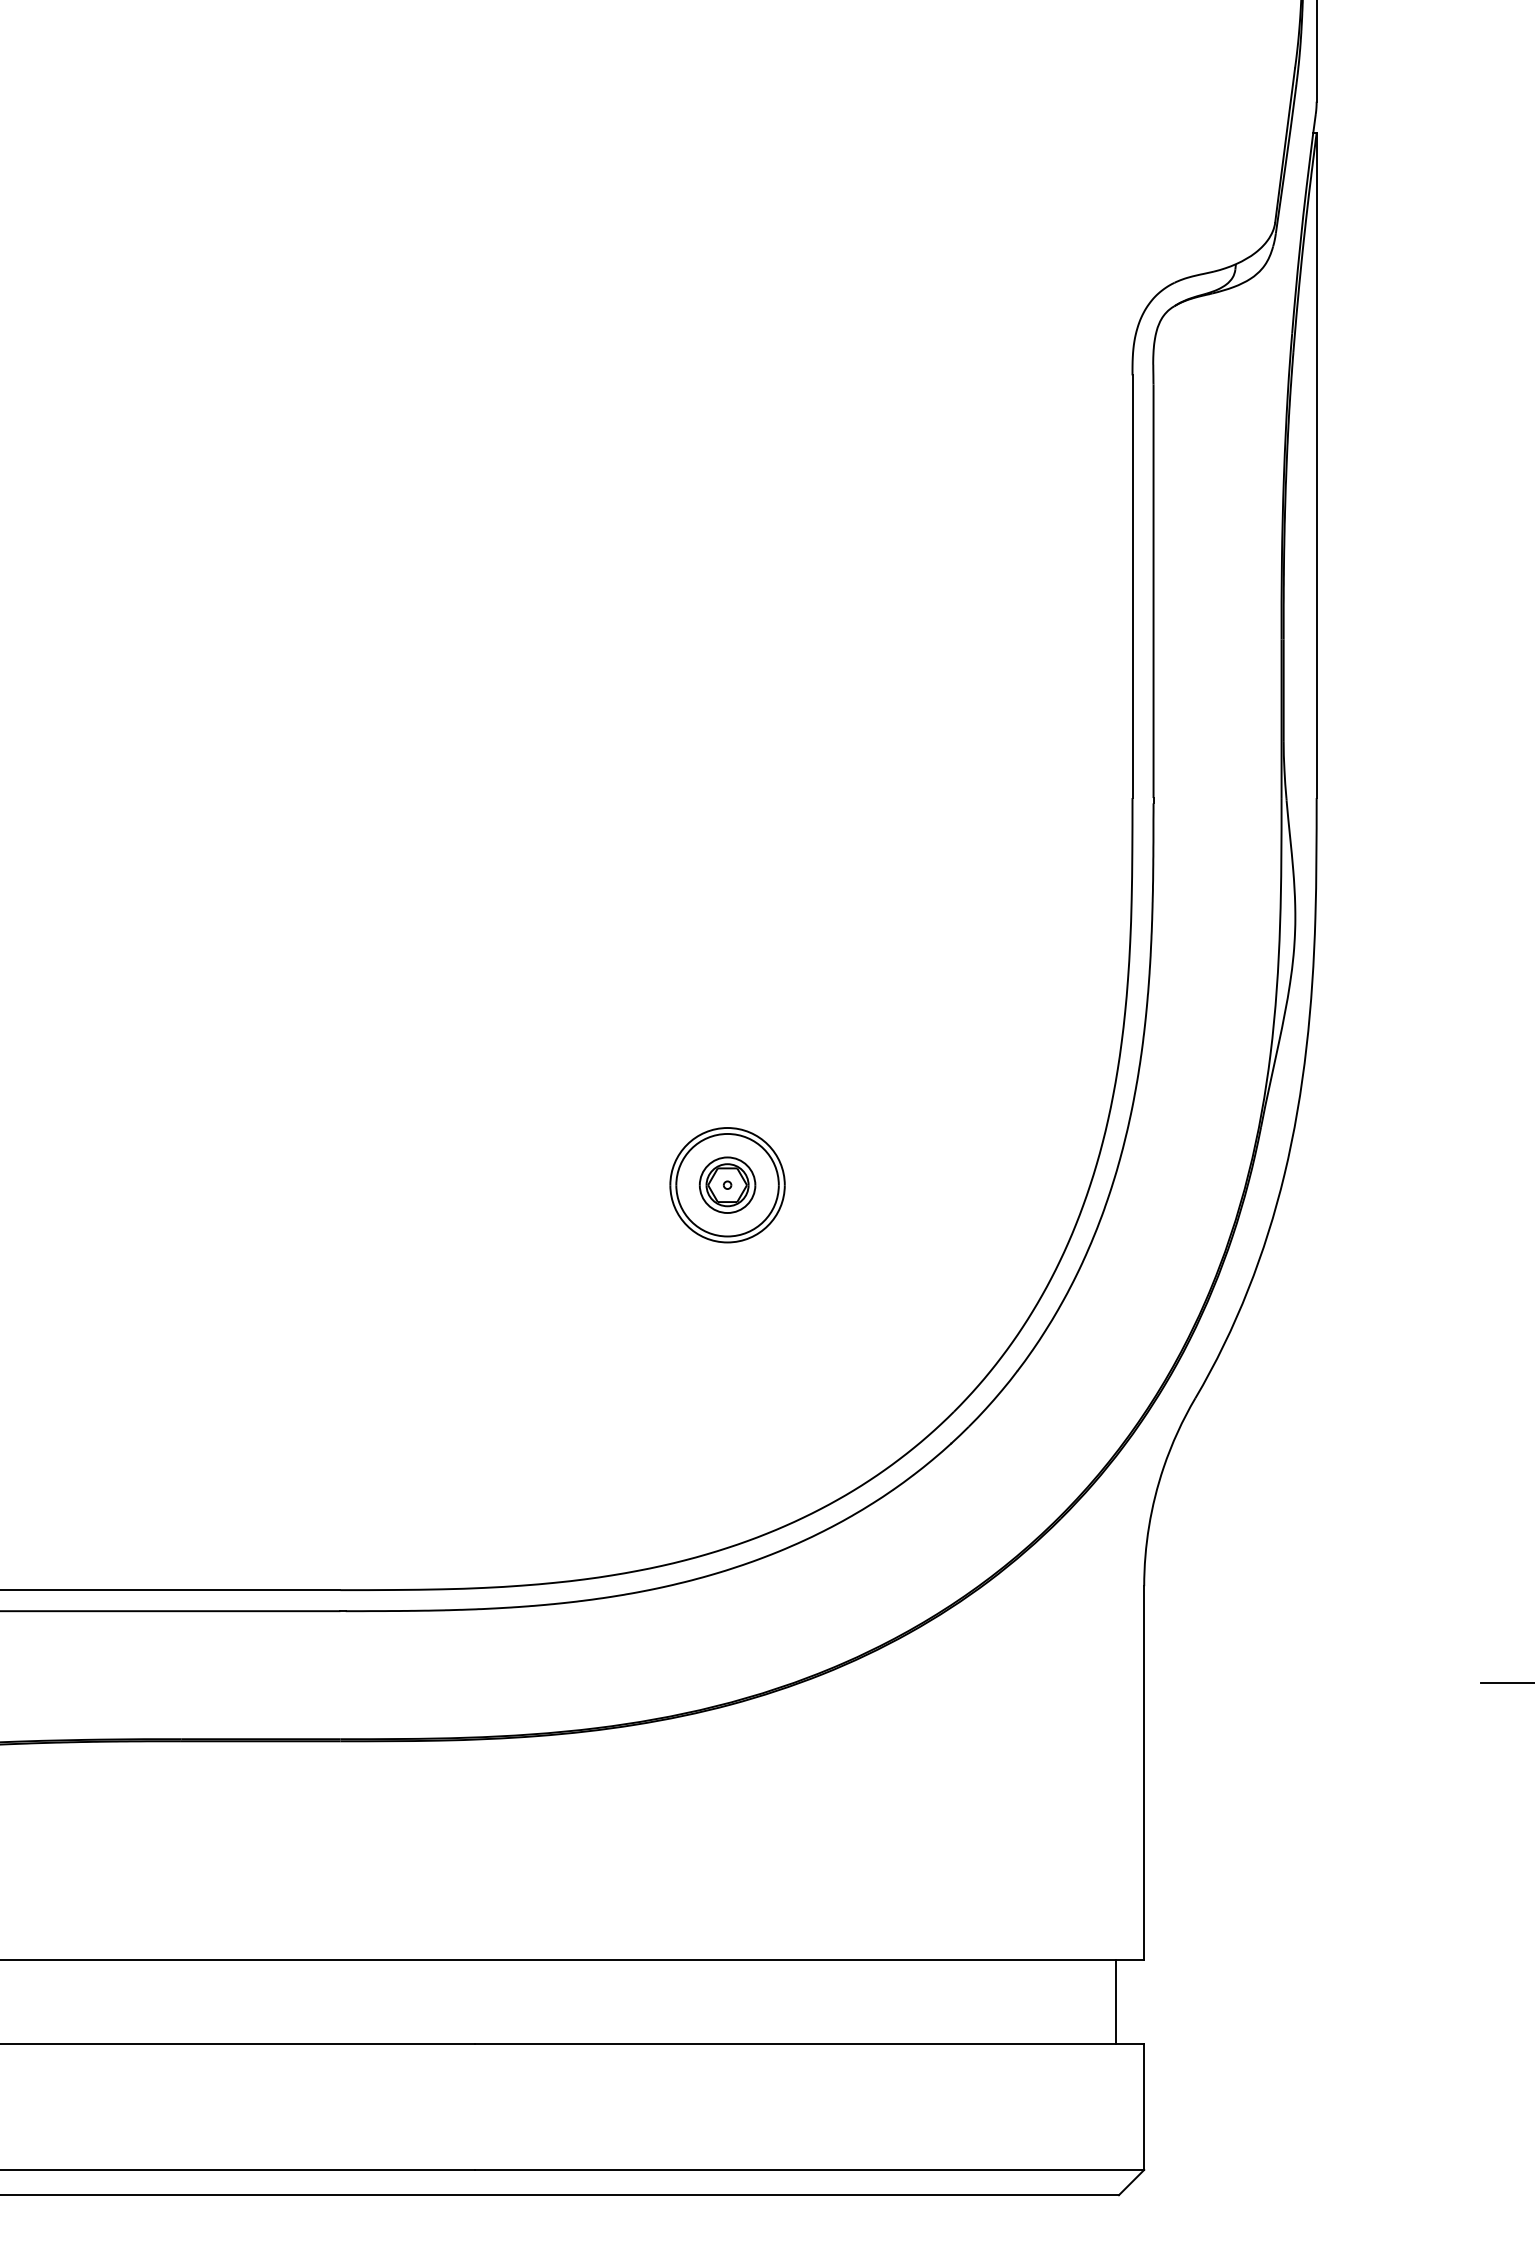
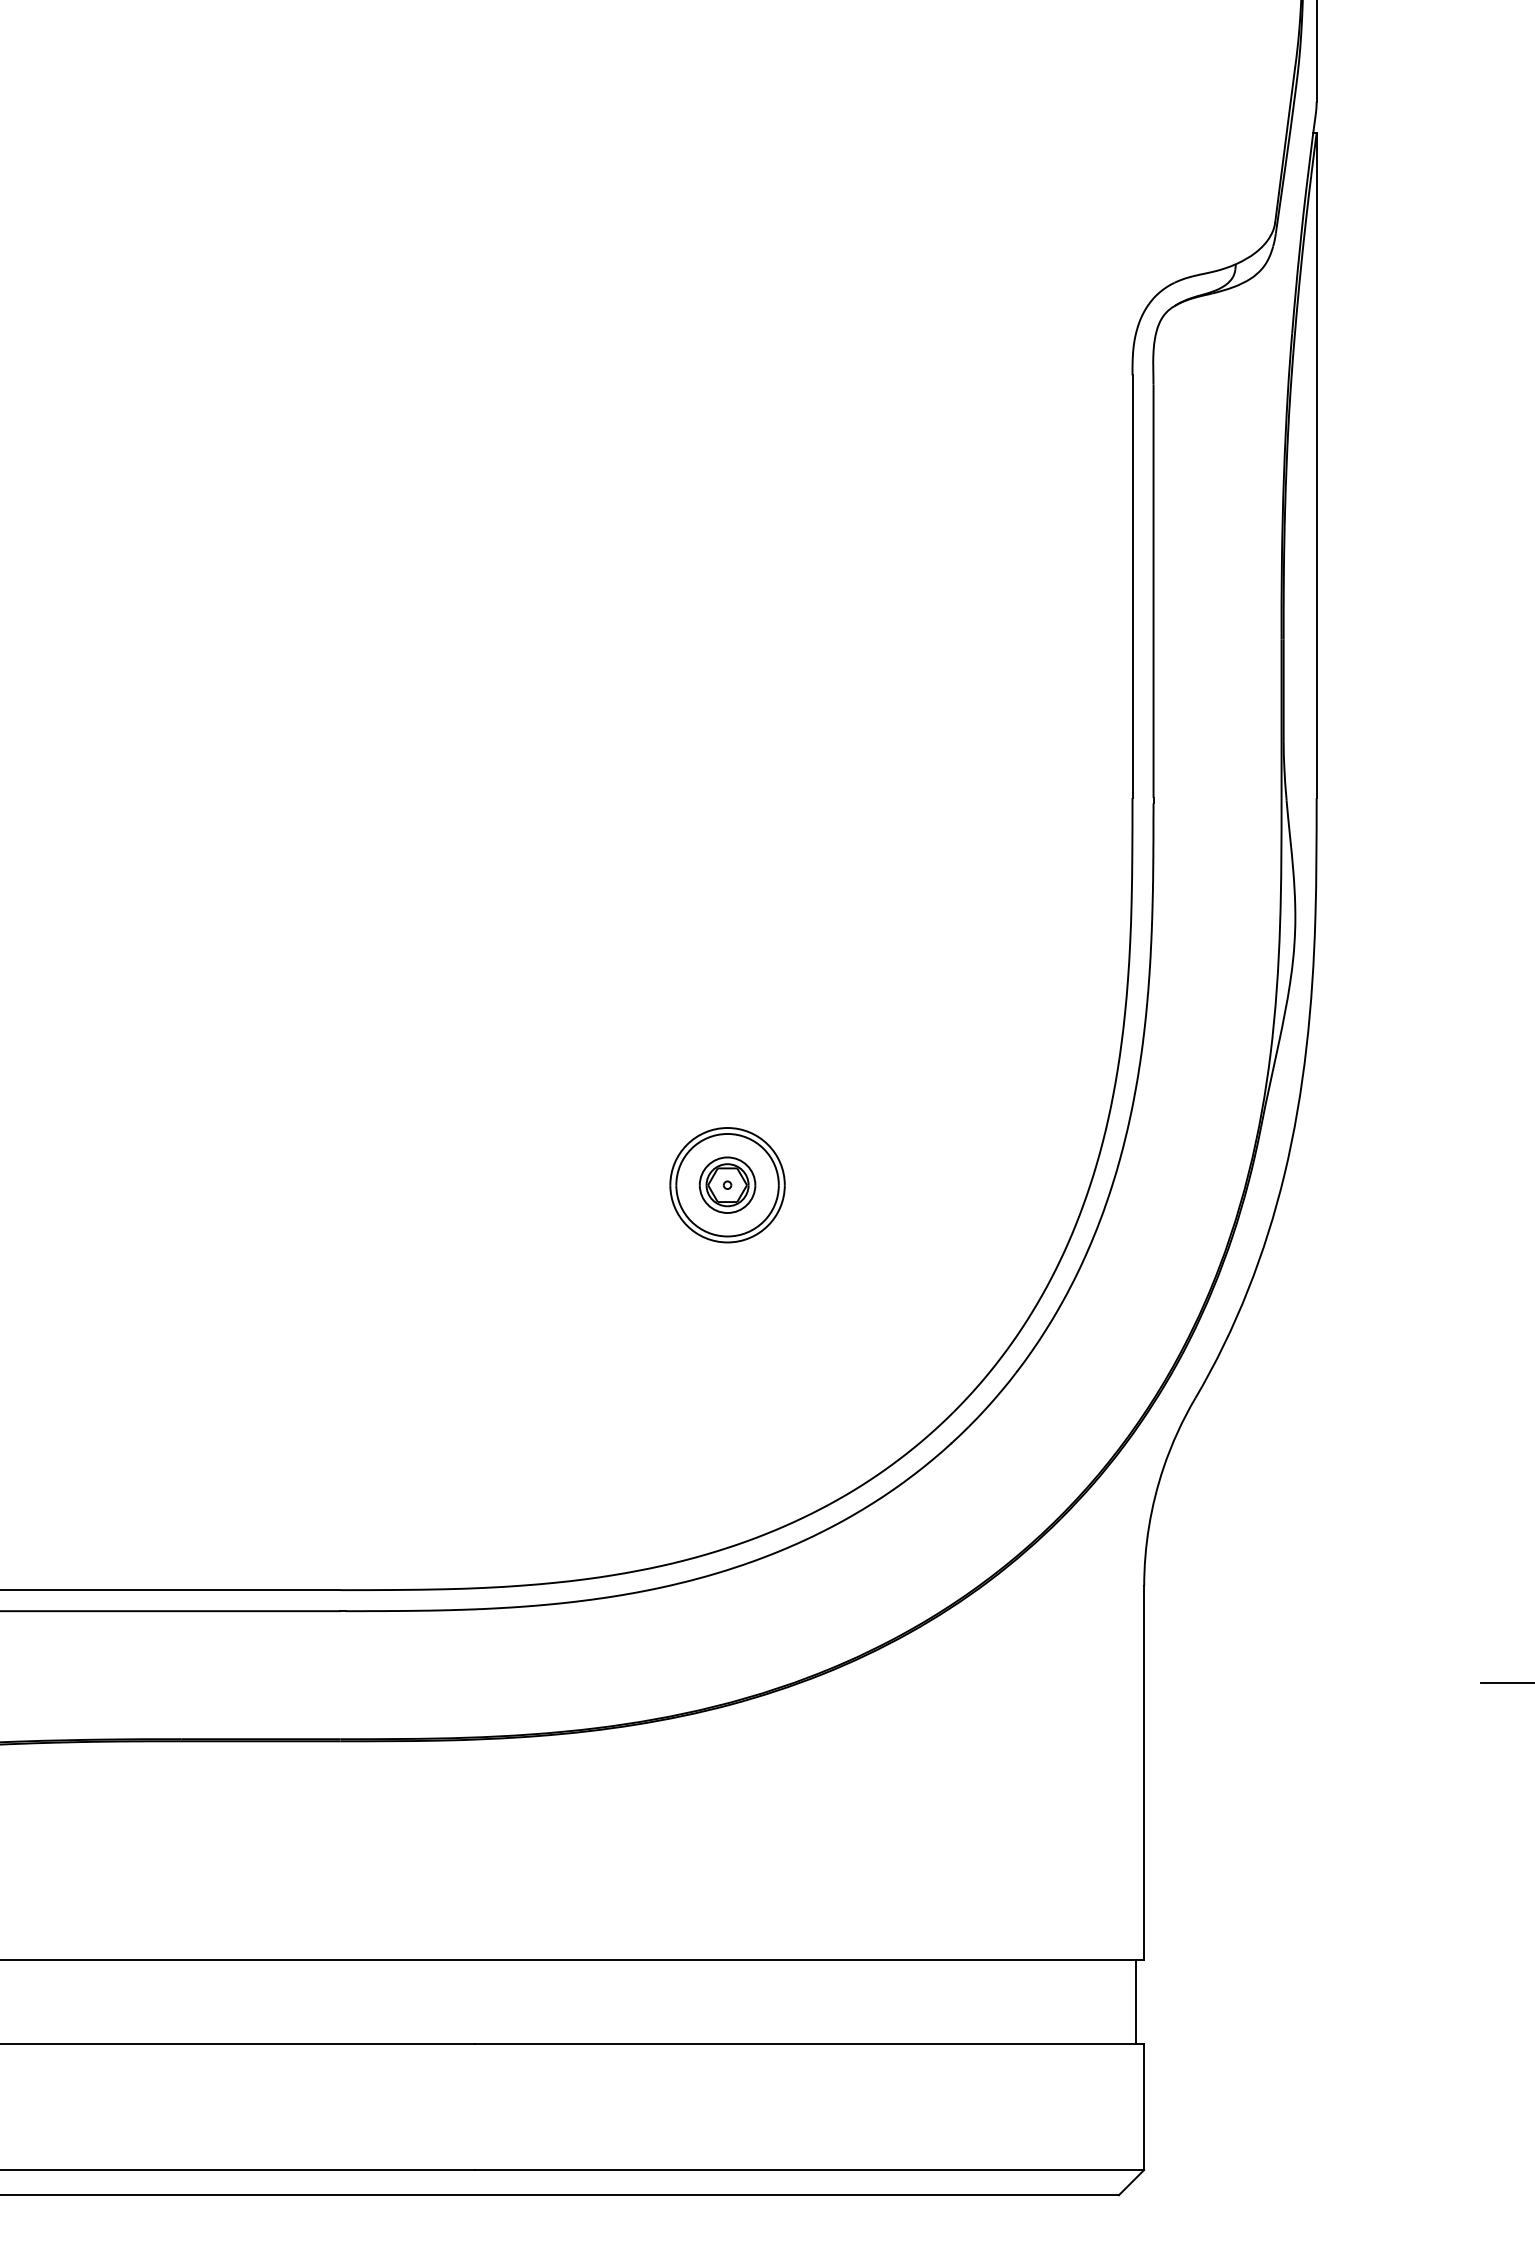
line at (1115, 2001) position: (1115, 2001) -> (1135, 2001)
